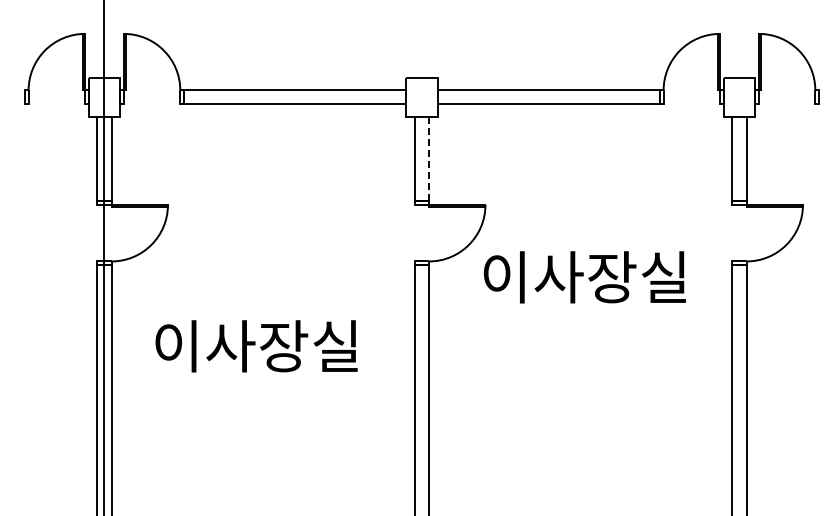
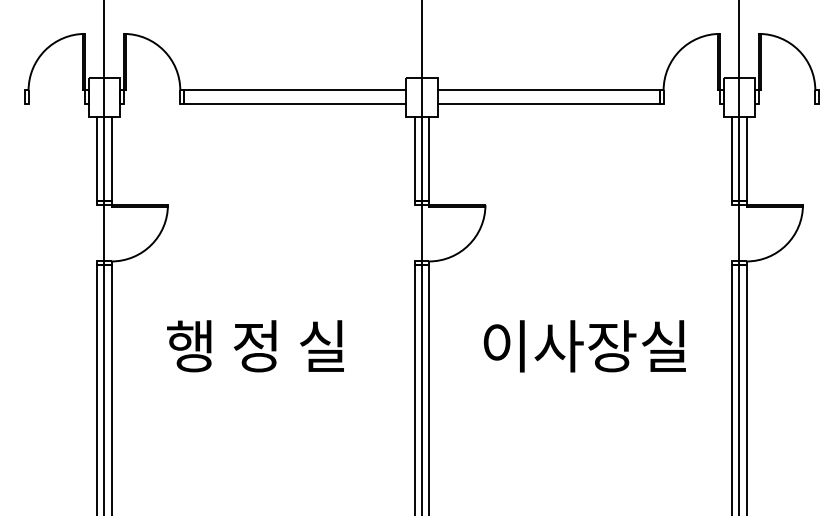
line at (429, 158): dashed -> solid
line at (421, 257): none -> present
line at (739, 257): none -> present
text at (584, 277) position: (584, 277) -> (584, 346)
text at (256, 346): 이사장실 -> 행 정 실
